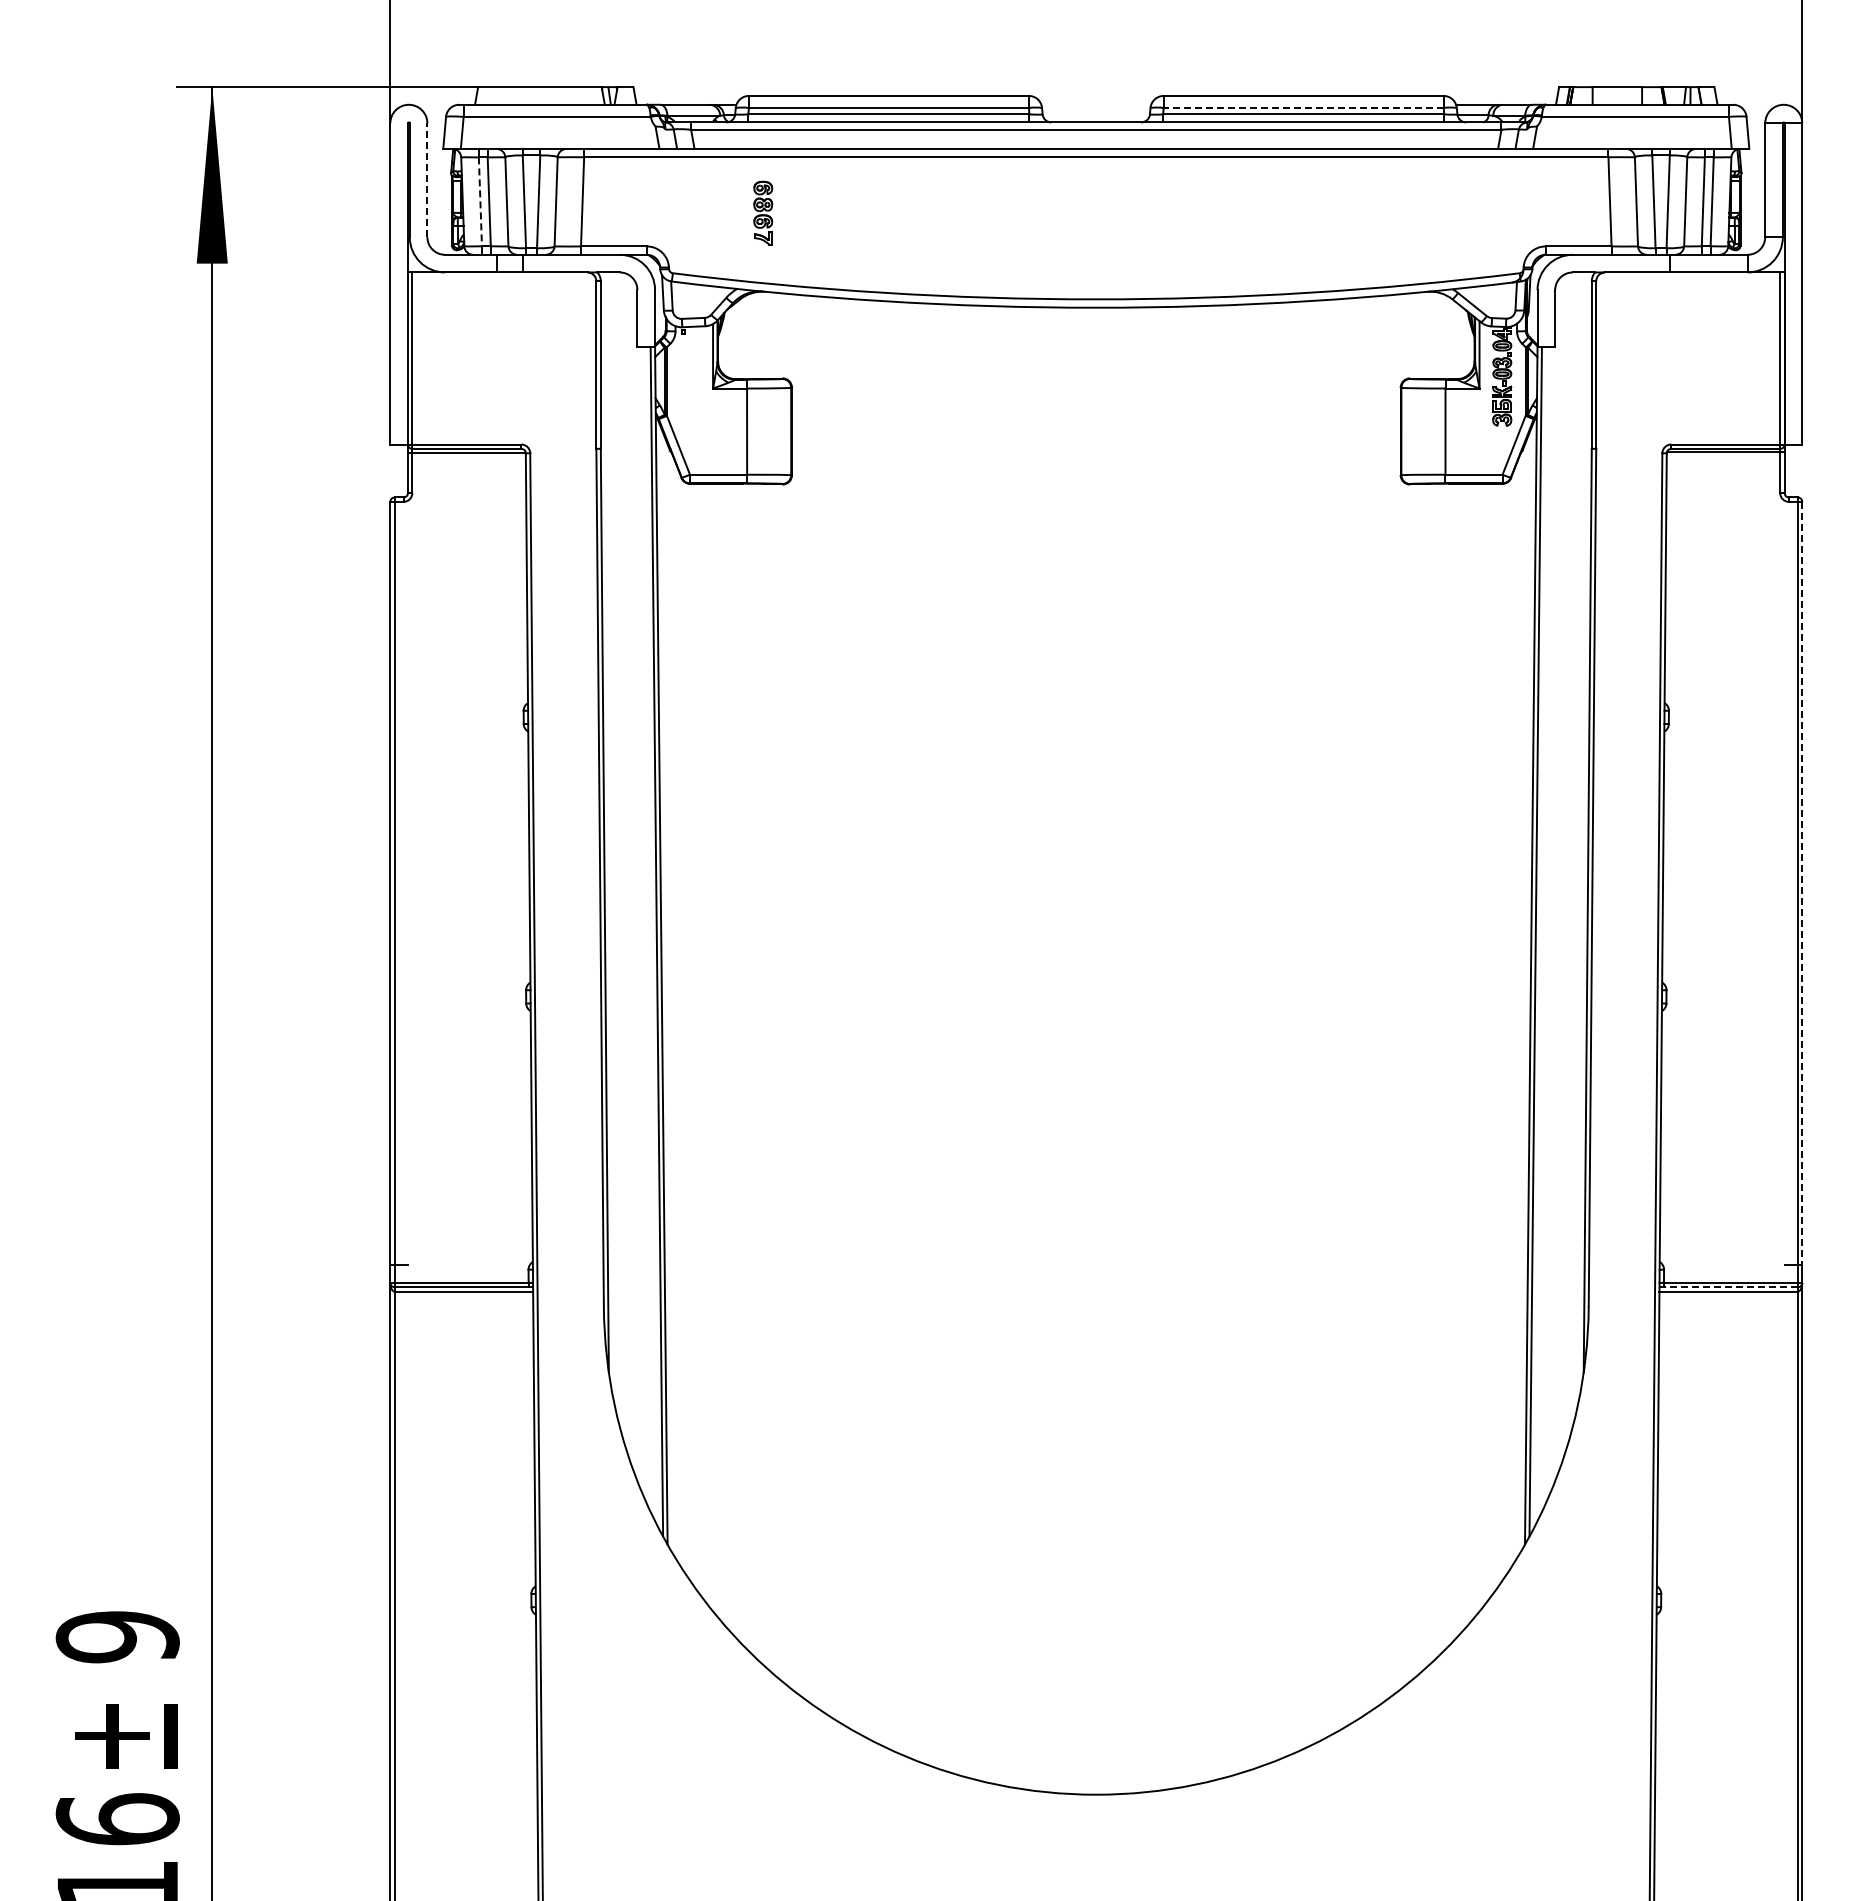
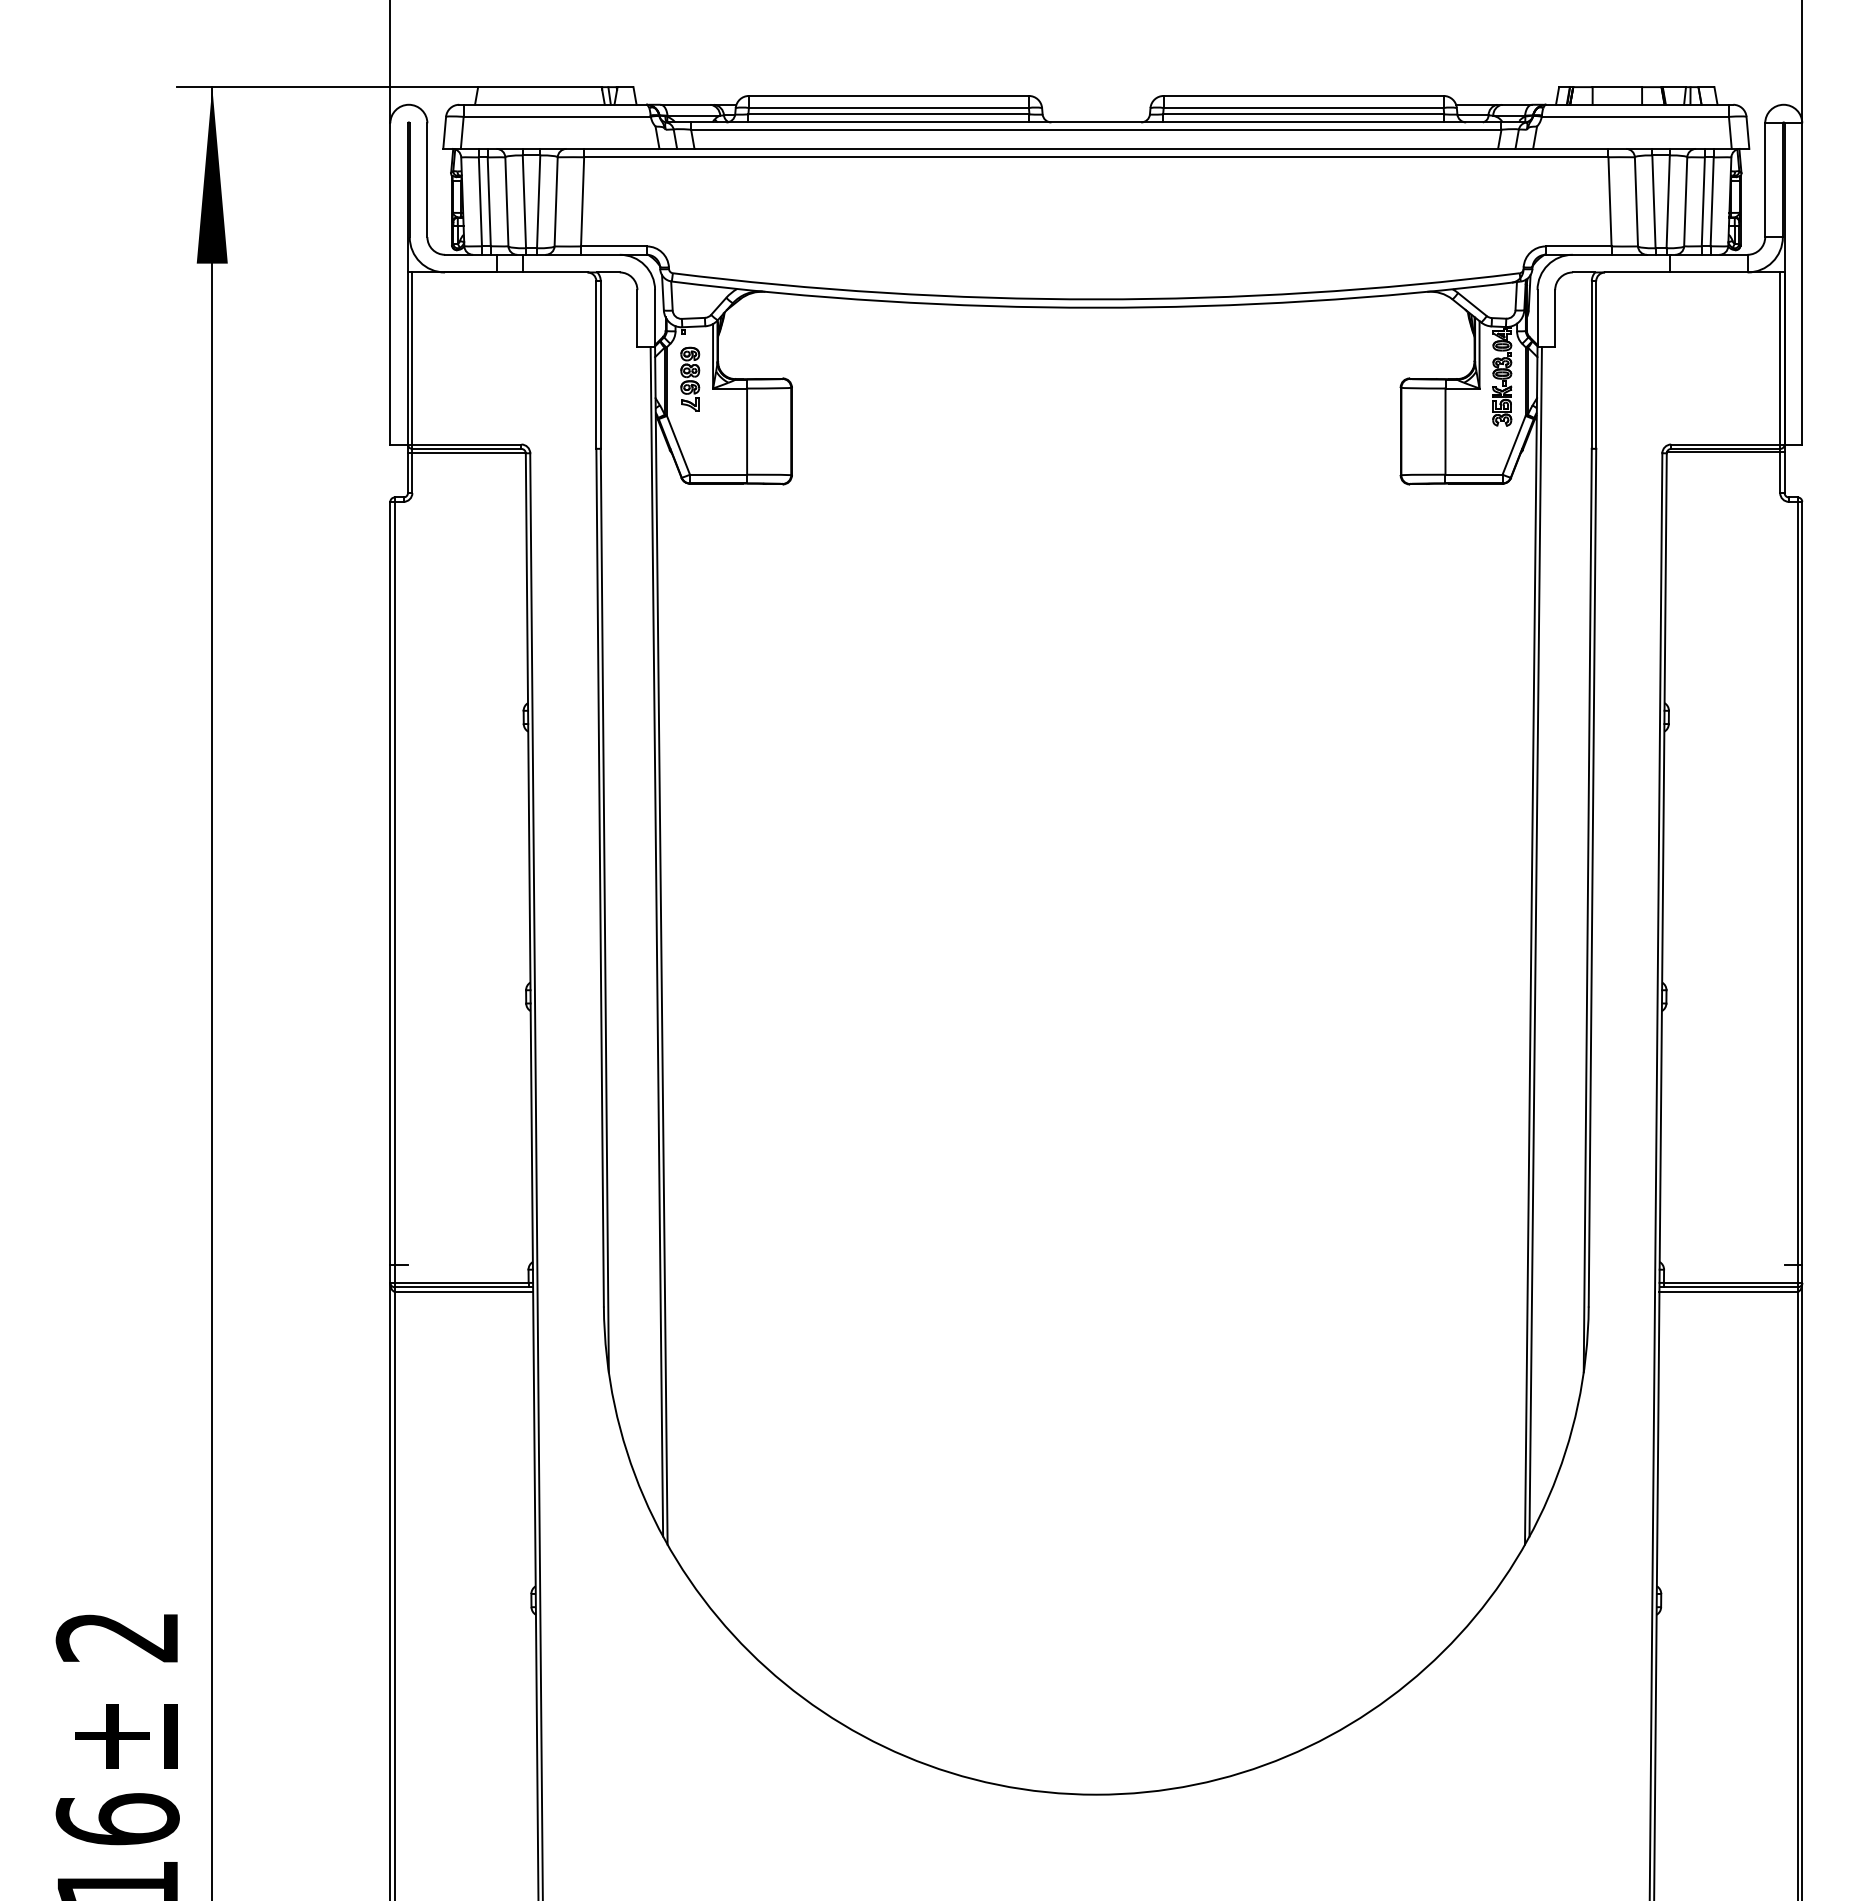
line at (1303, 108): dashed -> solid
line at (427, 180): dashed -> solid
line at (480, 202): dashed -> solid
part at (763, 212) position: (763, 212) -> (690, 378)
line at (1802, 883): dashed -> solid
line at (1730, 1287): dashed -> solid
text at (117, 1637): 9 -> 2
